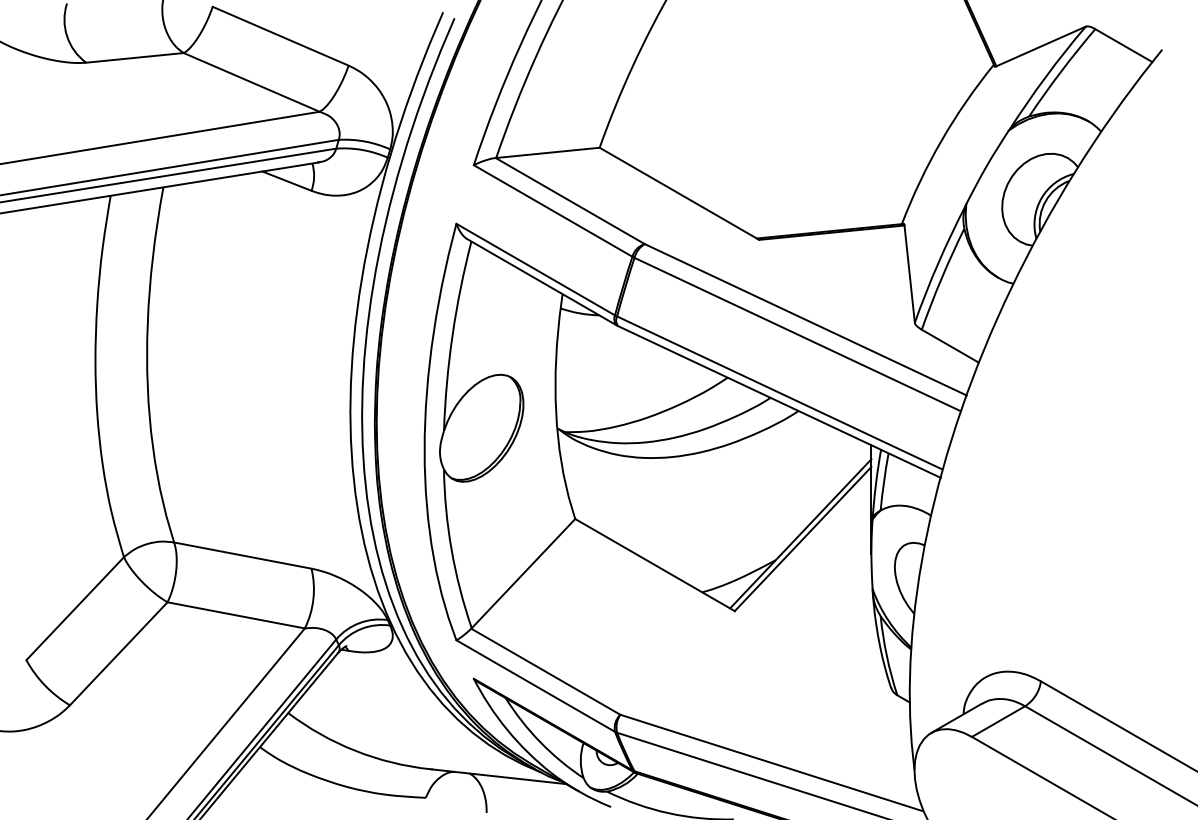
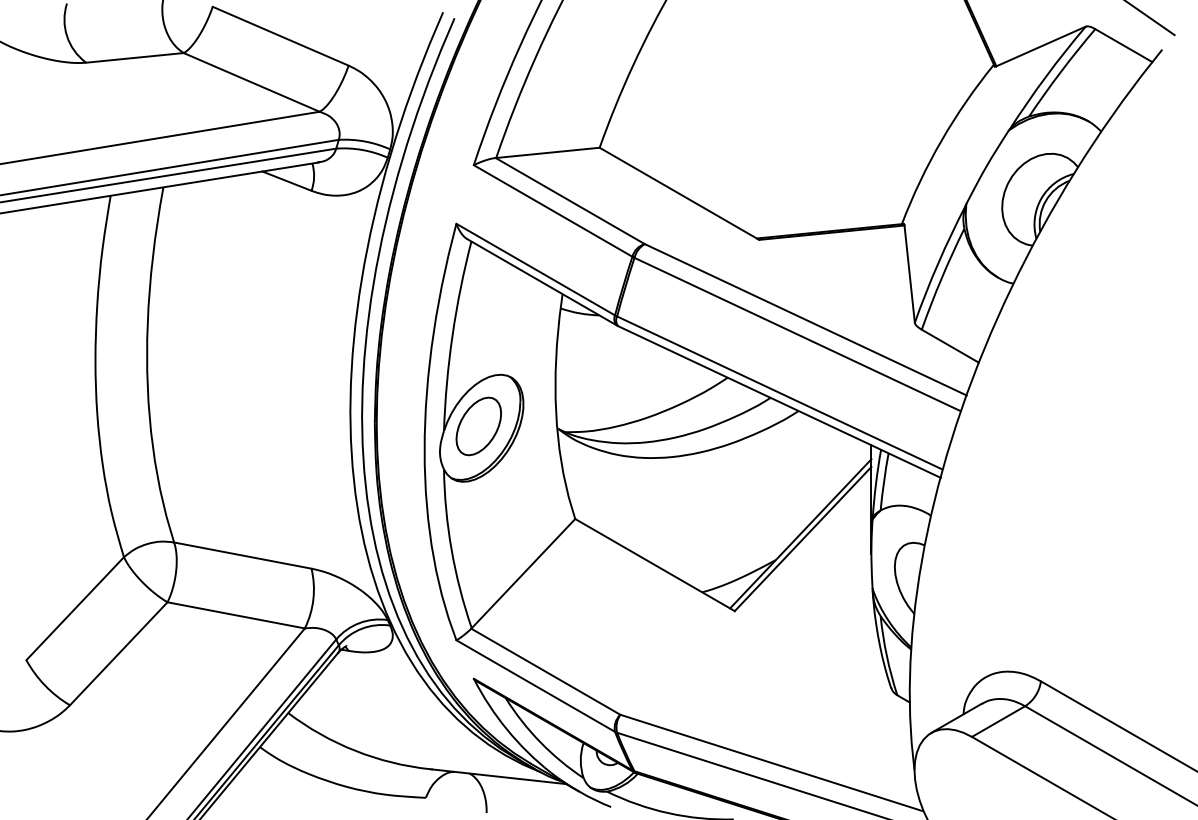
line at (1150, 18): none -> present
part at (478, 426): none -> present
